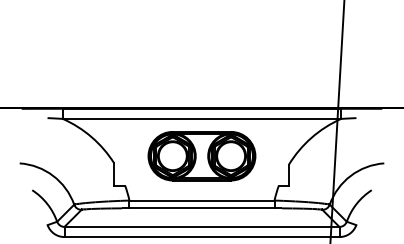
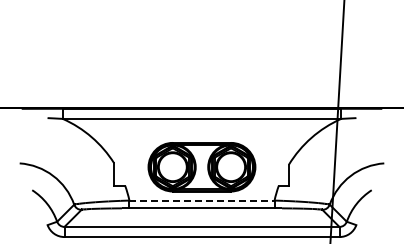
part at (201, 156) position: (201, 156) -> (201, 167)
line at (201, 200): solid -> dashed
